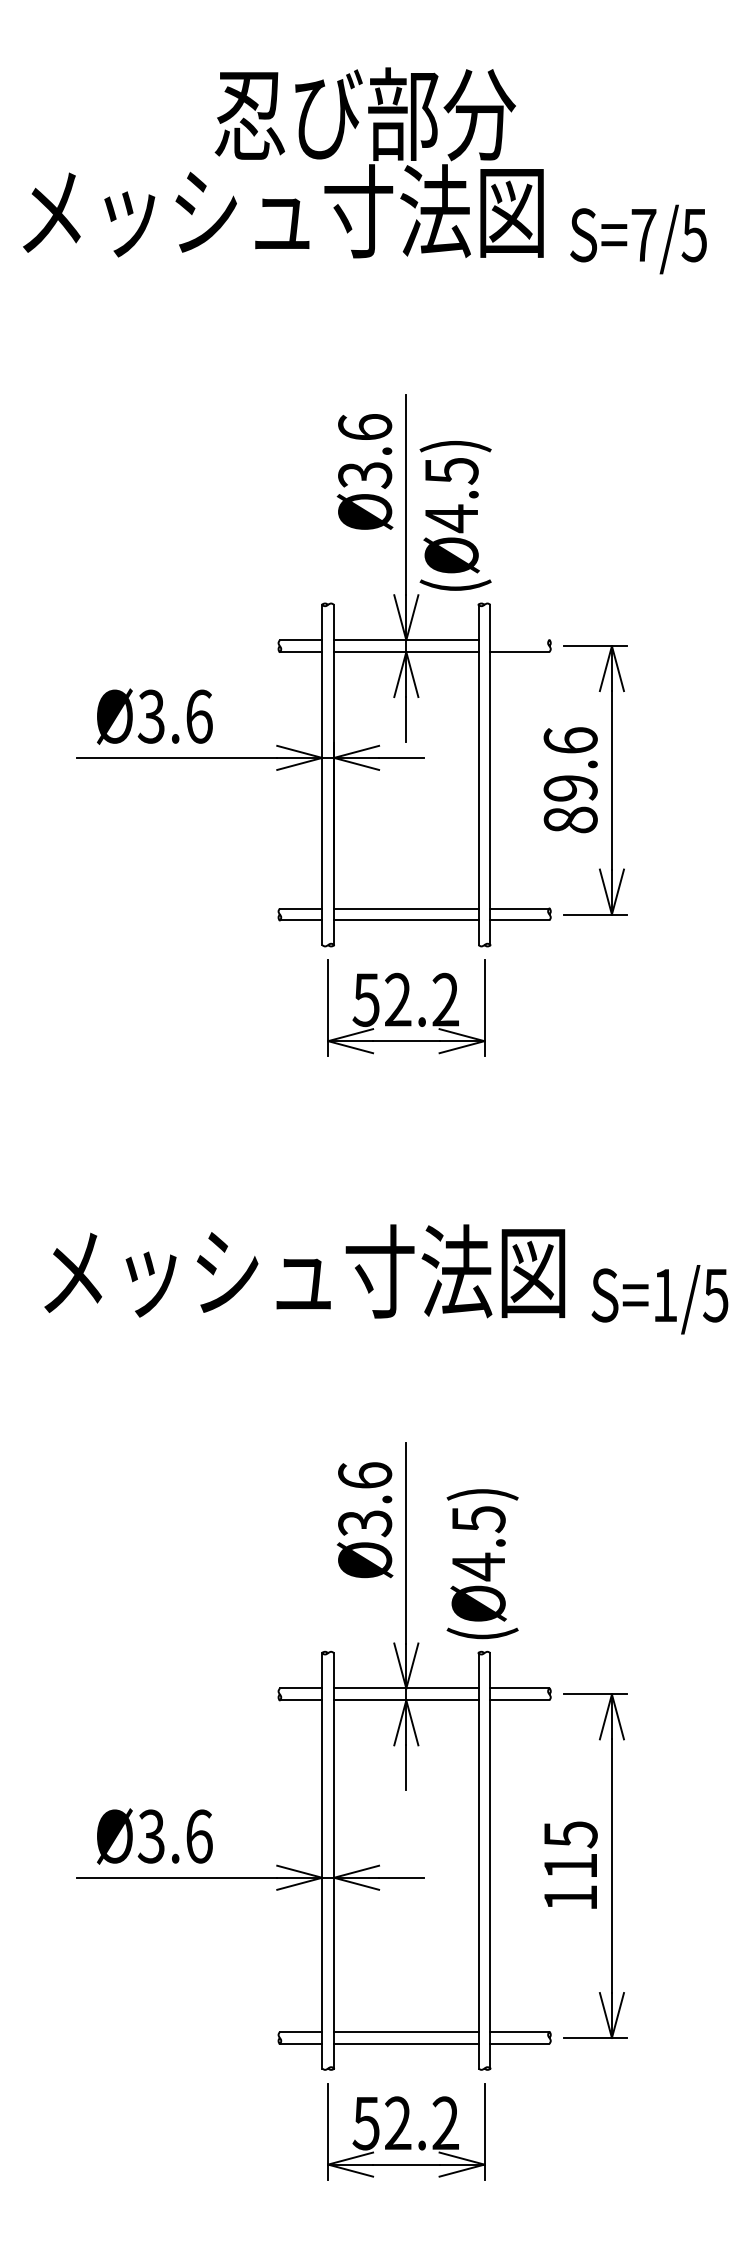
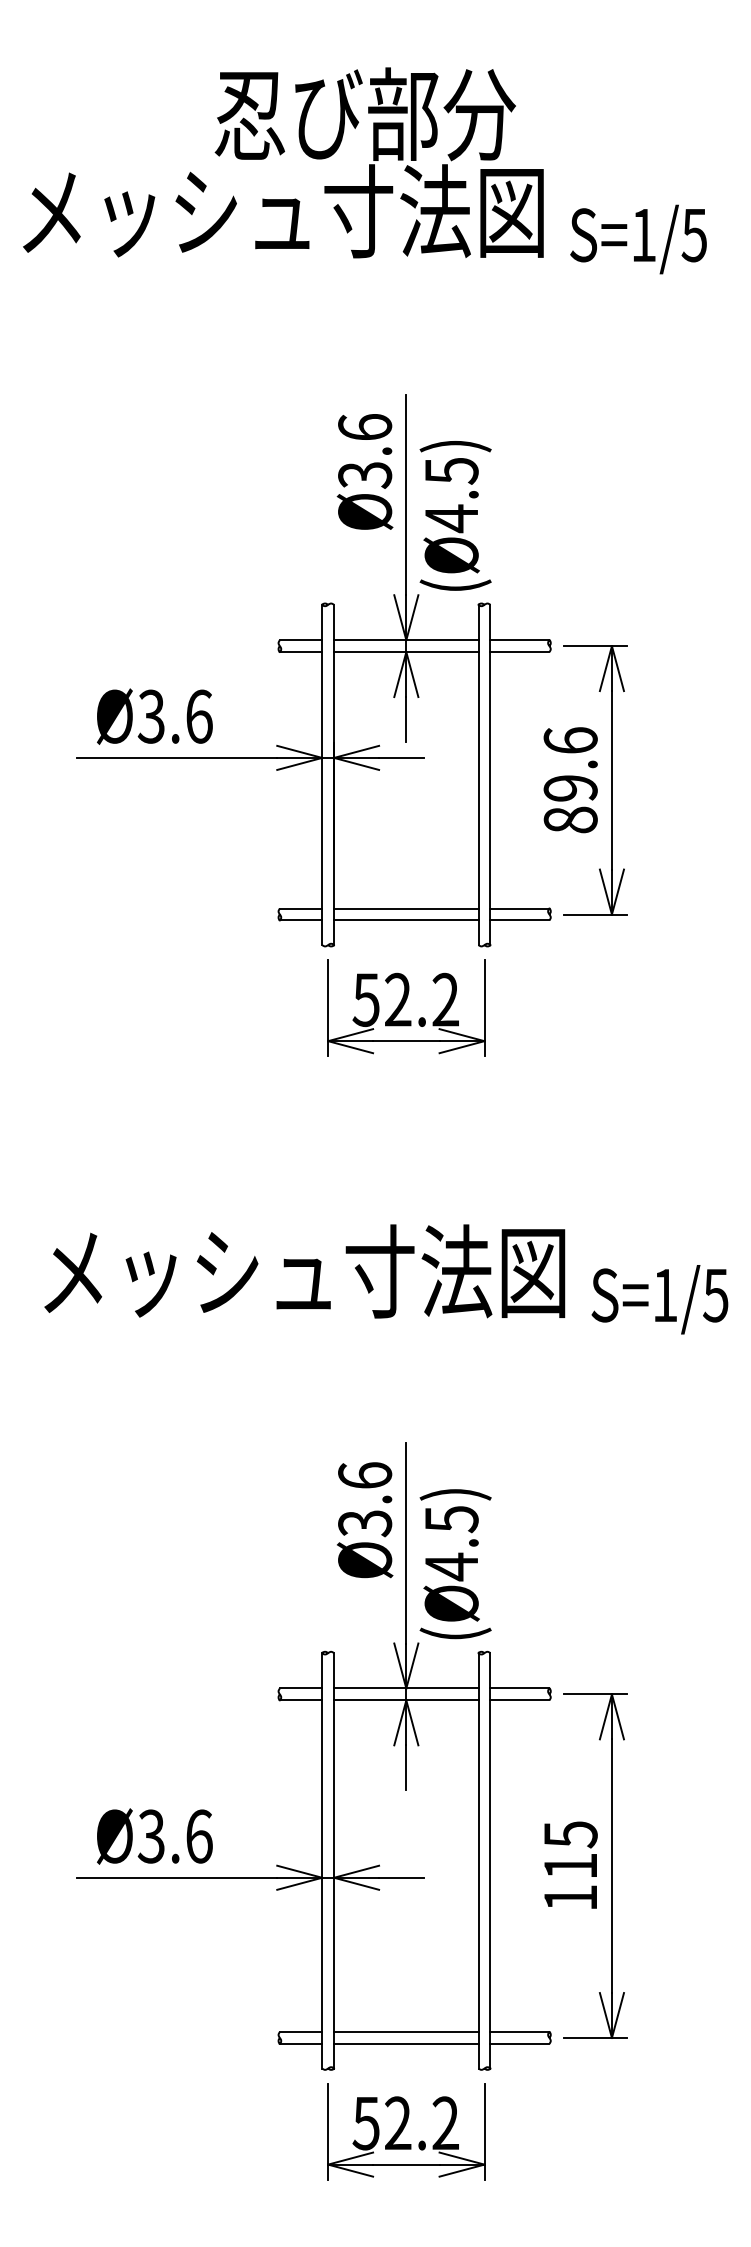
text at (643, 235): S=7/5 -> S=1/5
line at (519, 640): none -> present
text at (482, 1564) position: (482, 1564) -> (455, 1564)
